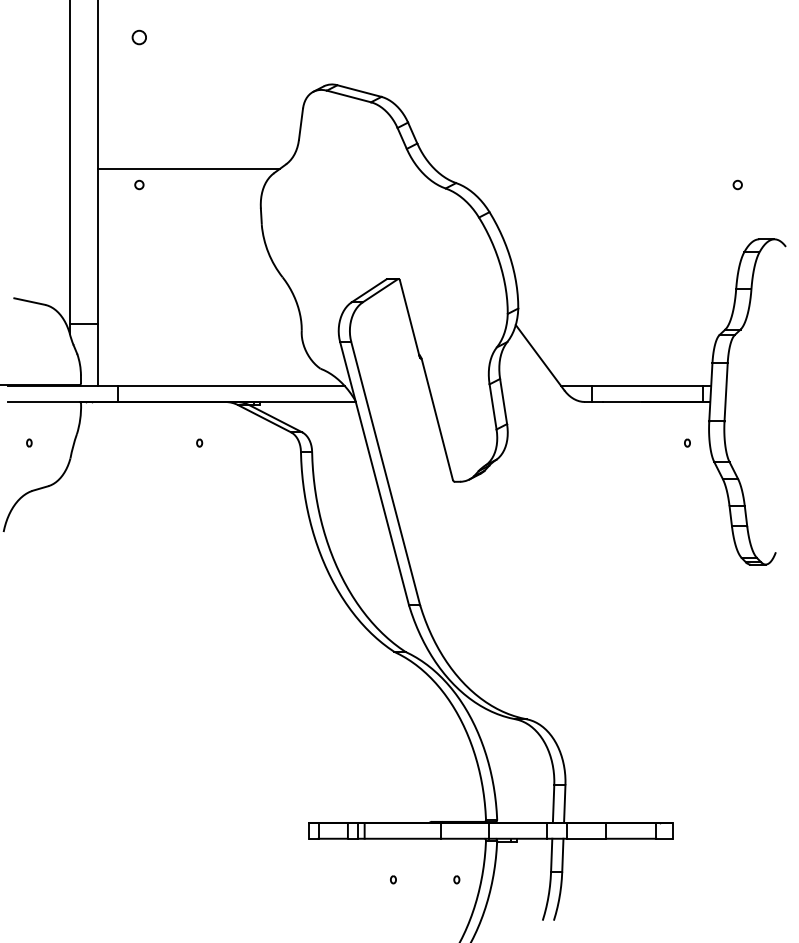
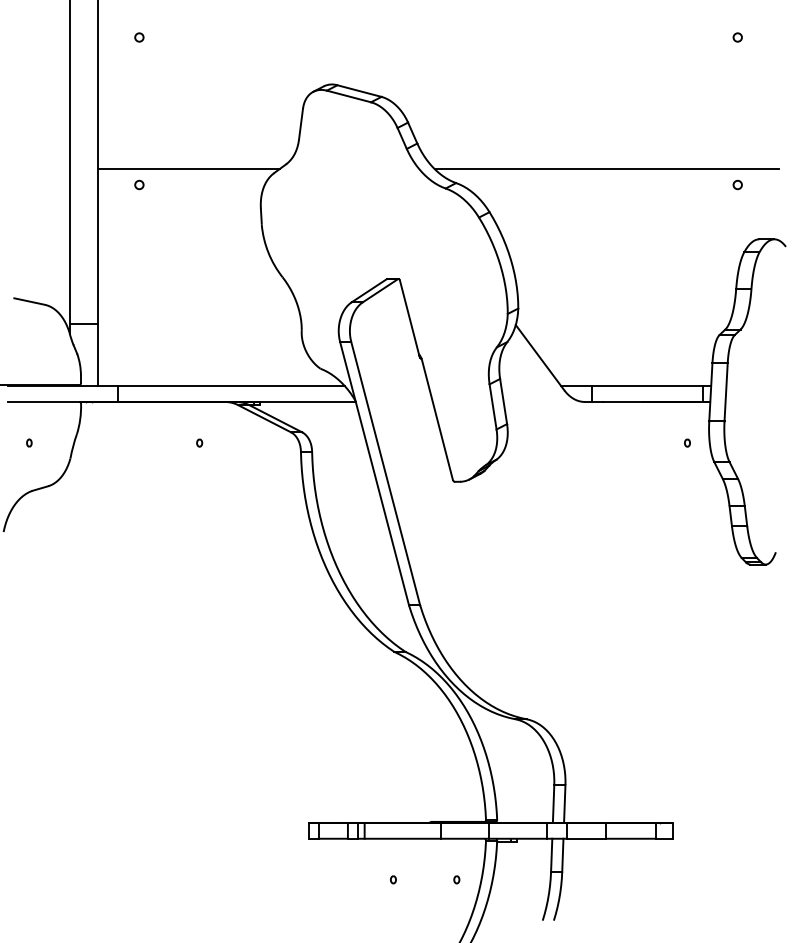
circle at (138, 37) size: 16x17 px -> 11x11 px
circle at (737, 37): none -> present
line at (606, 169): none -> present
